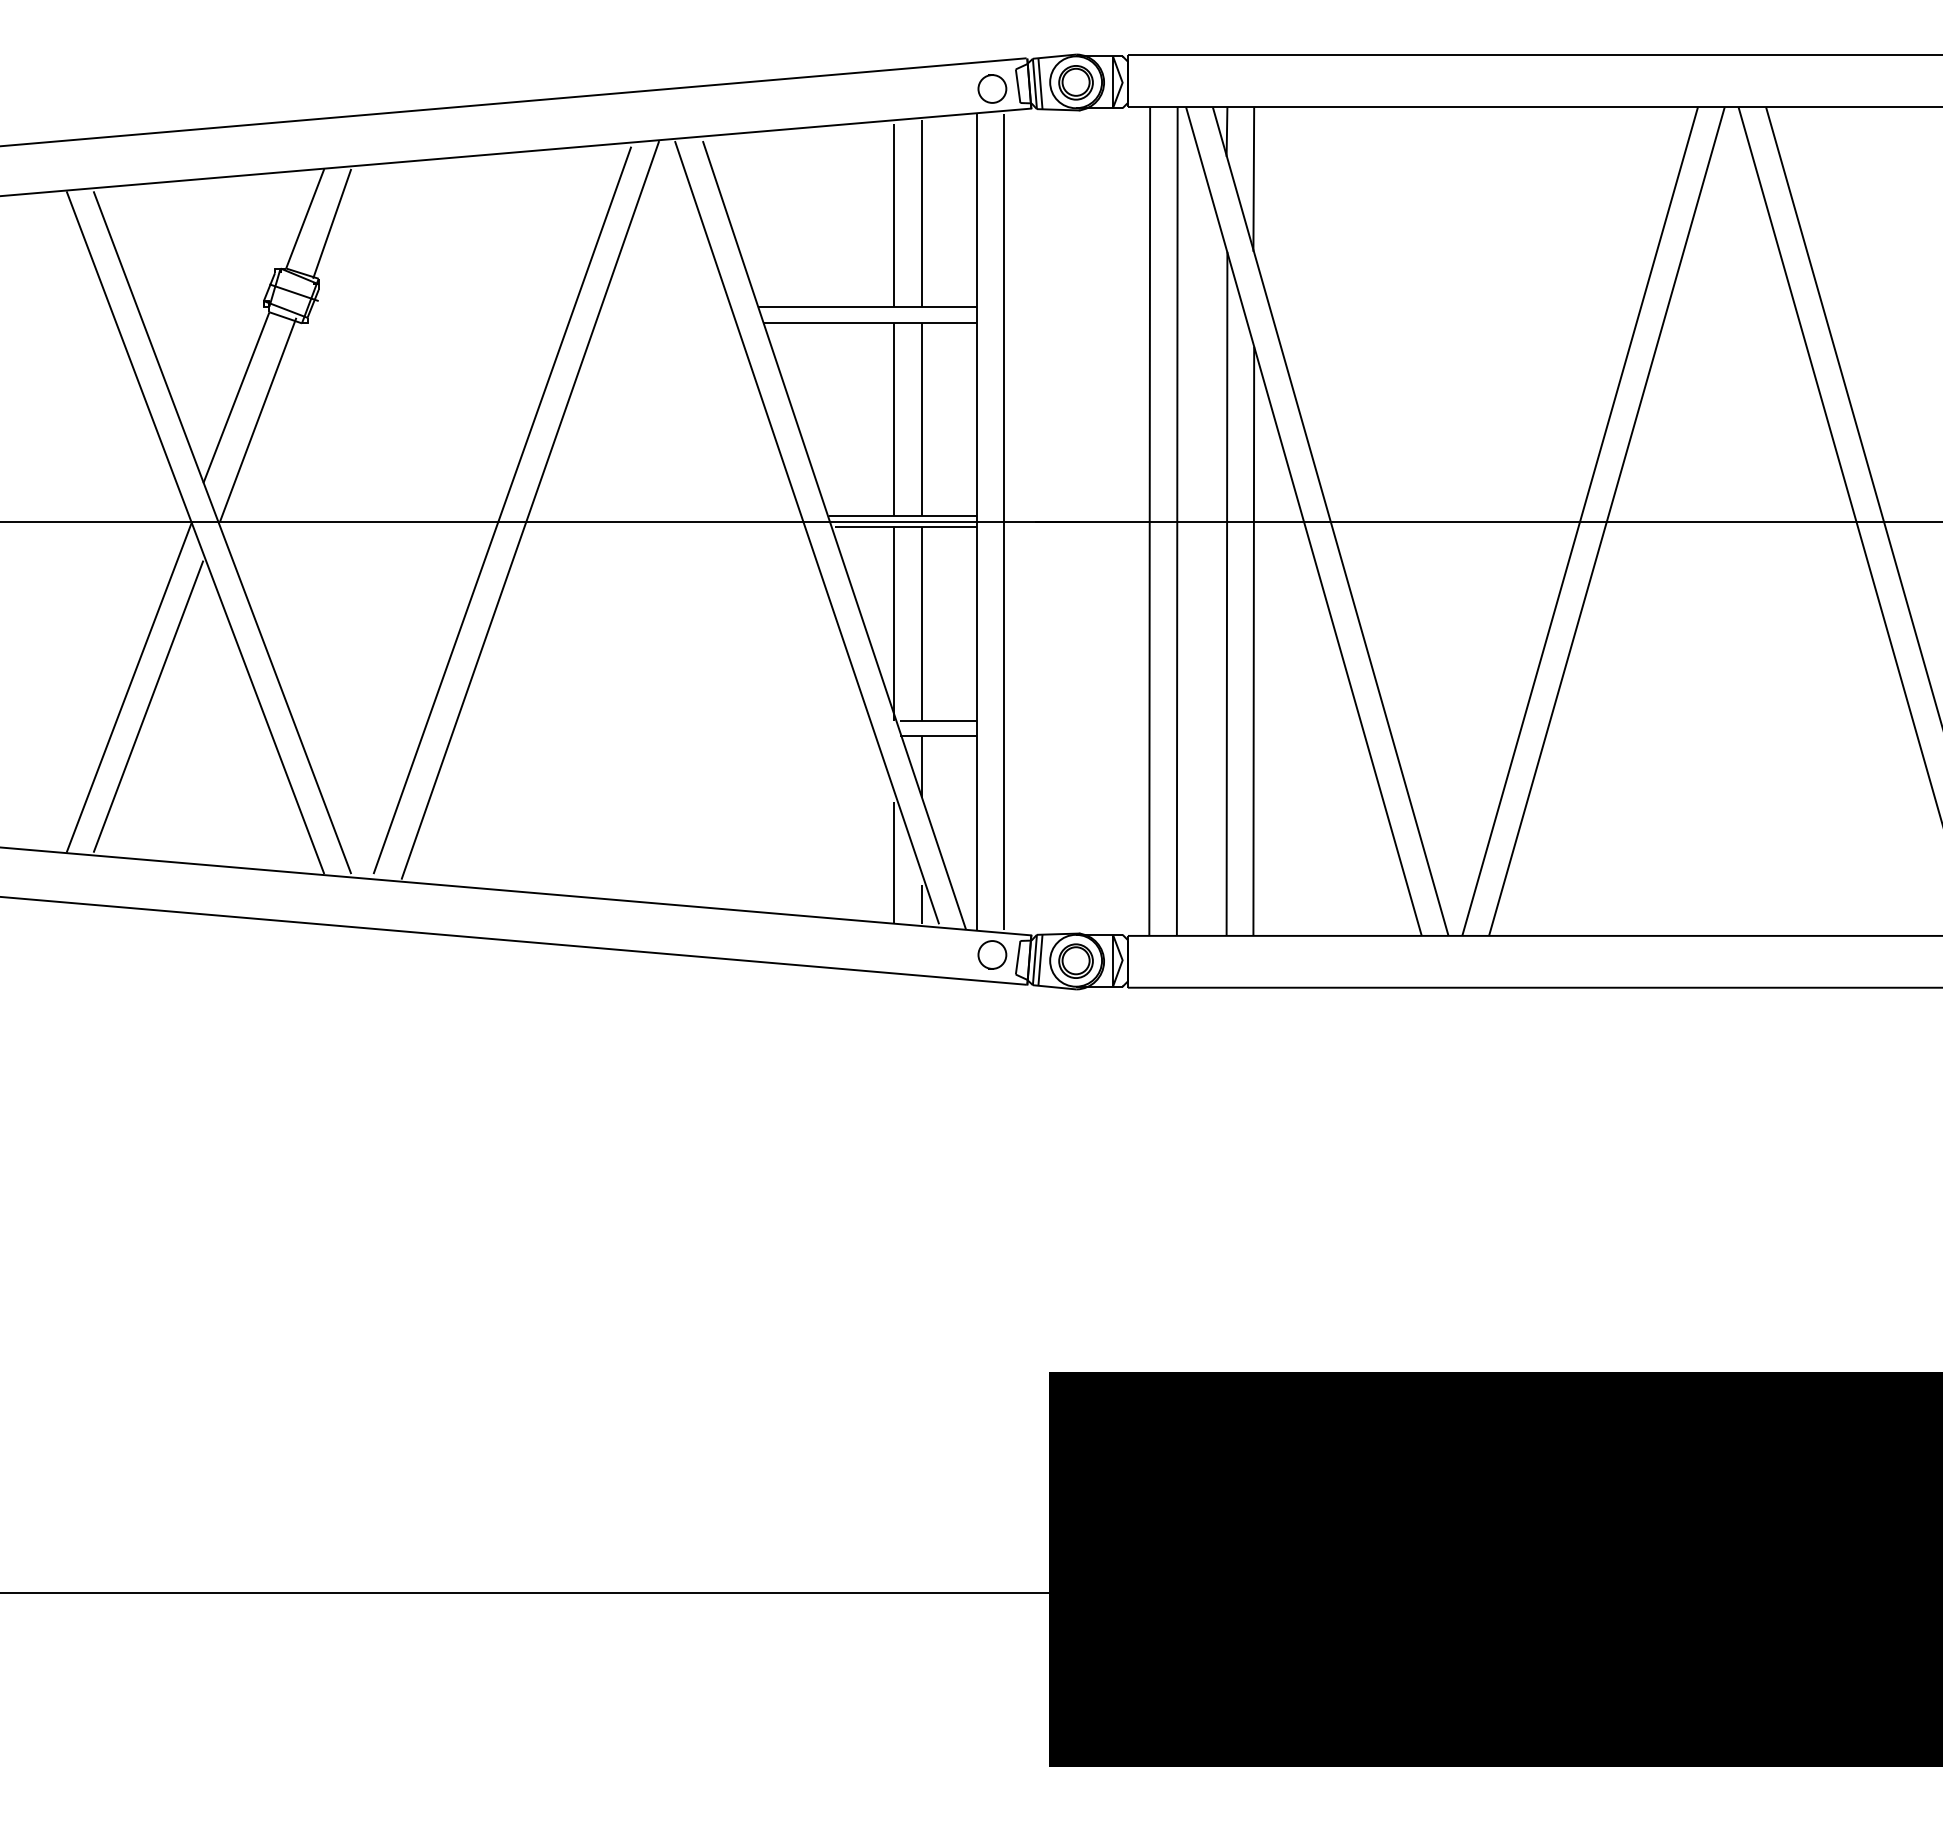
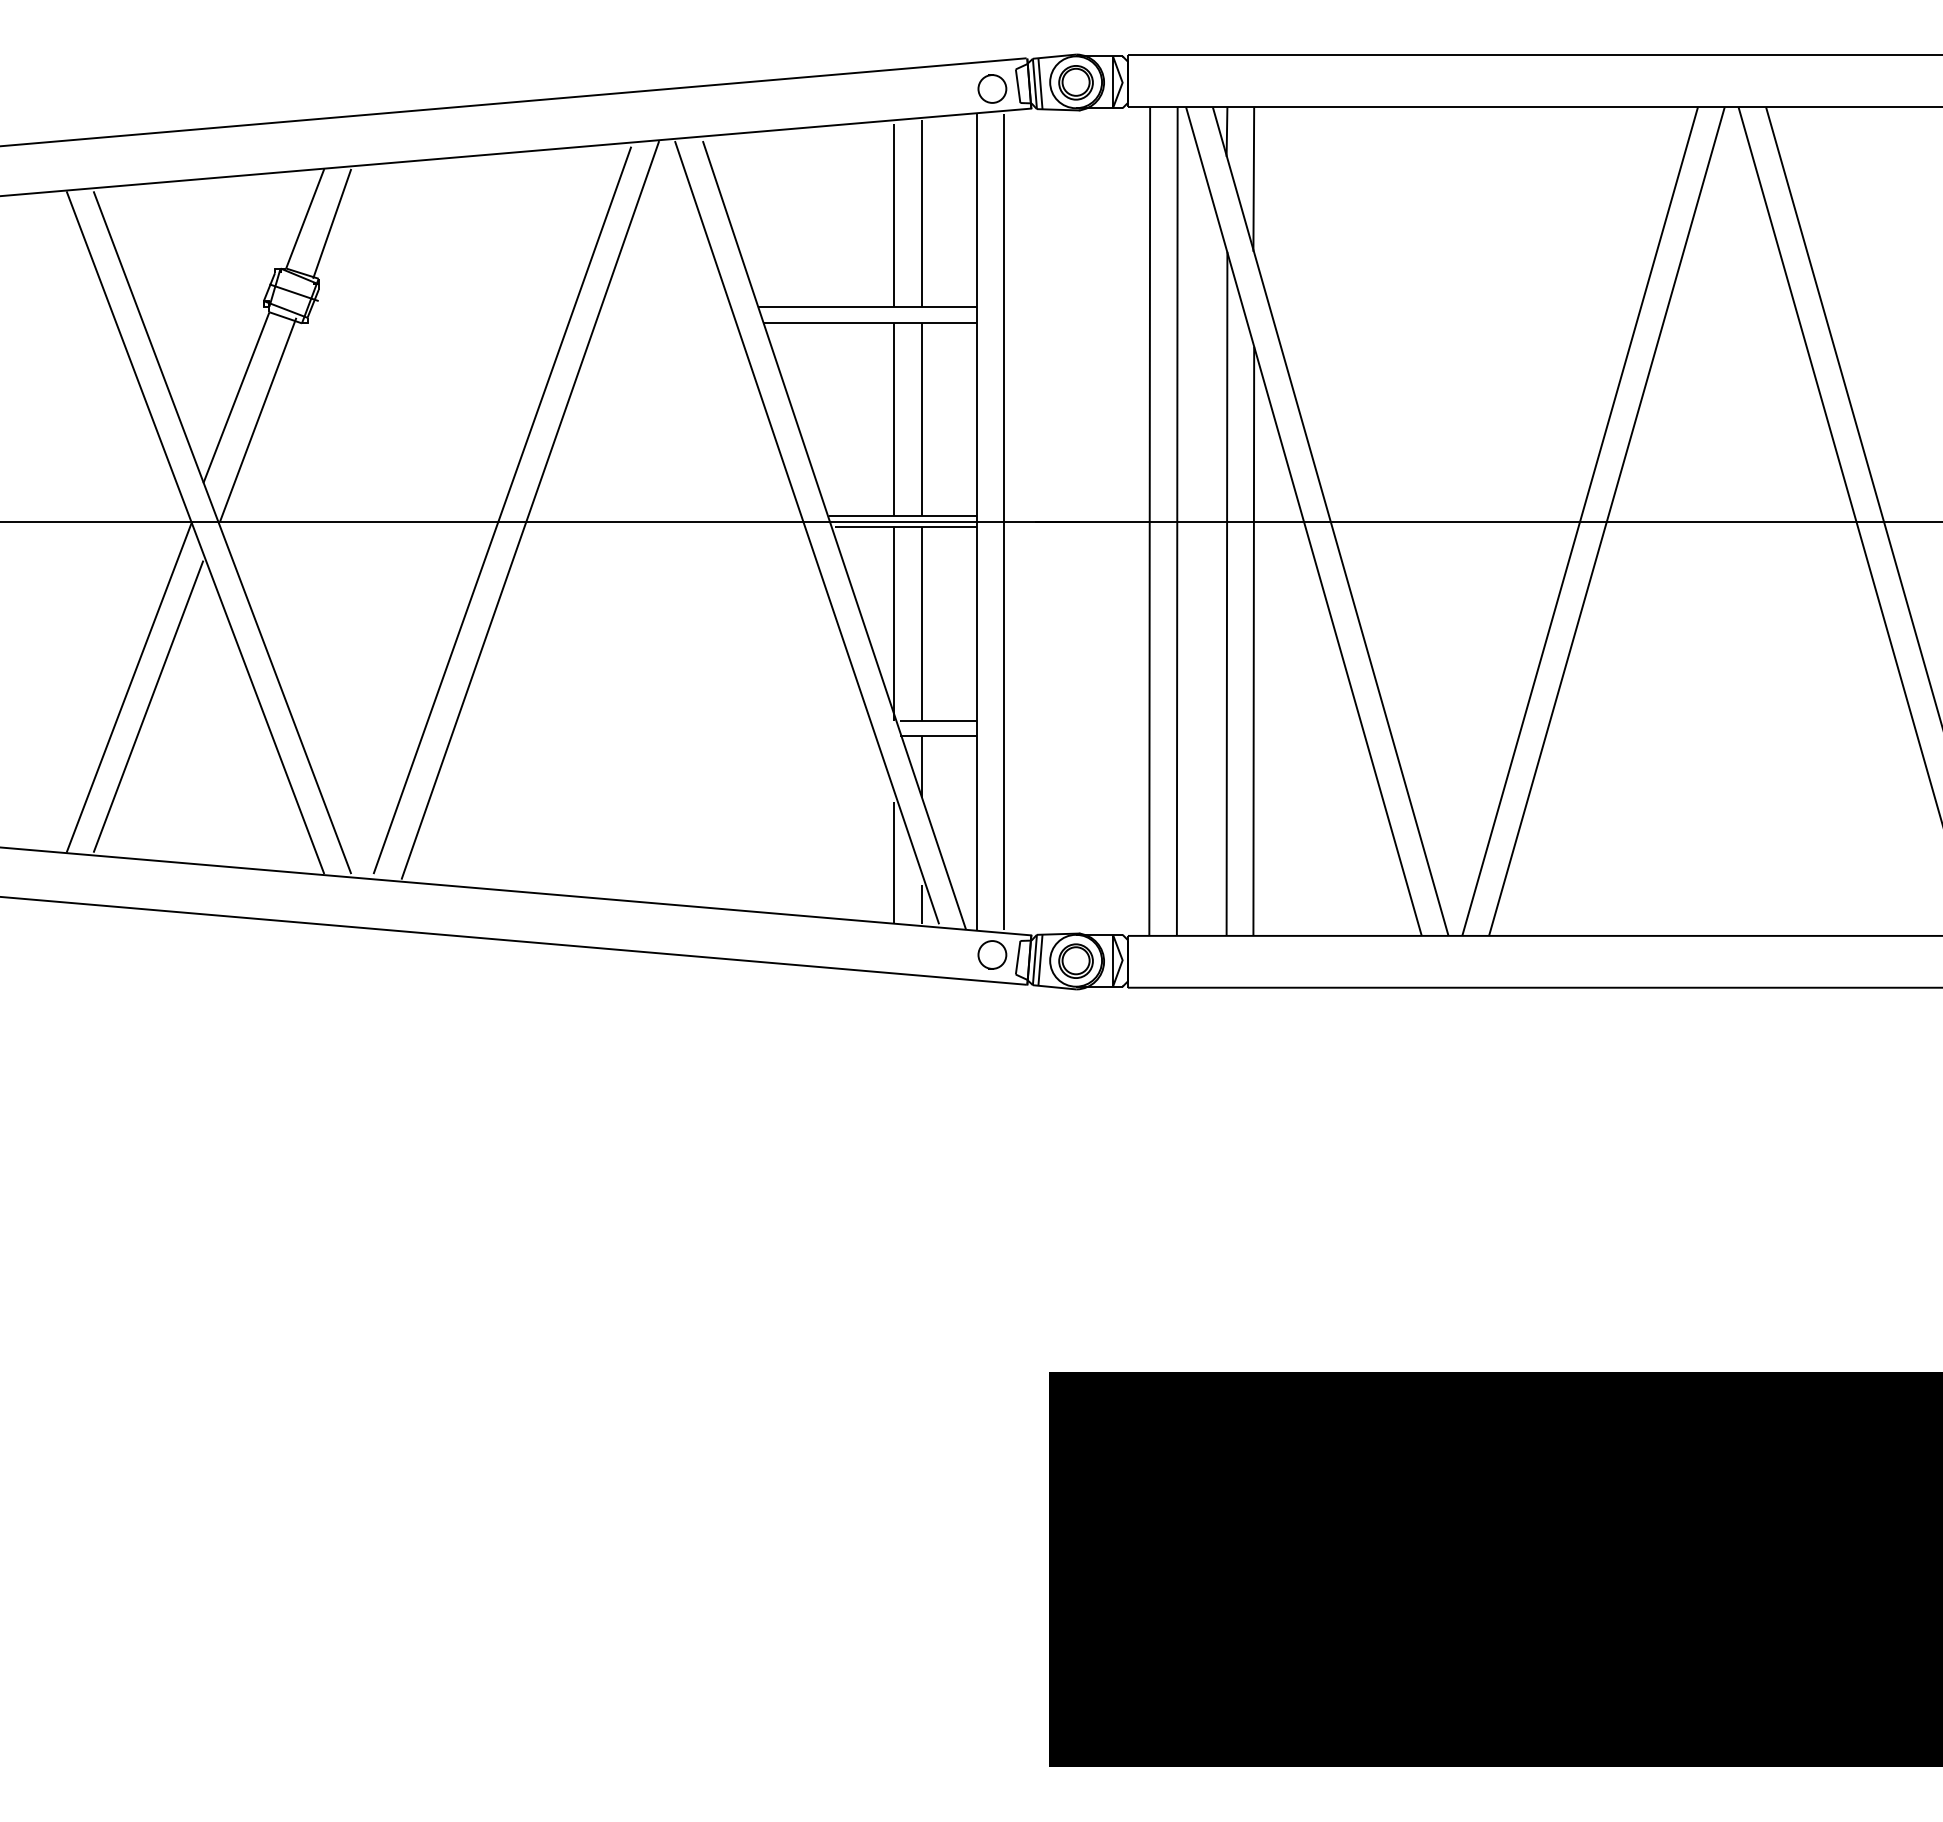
line at (573, 1592): present -> none
